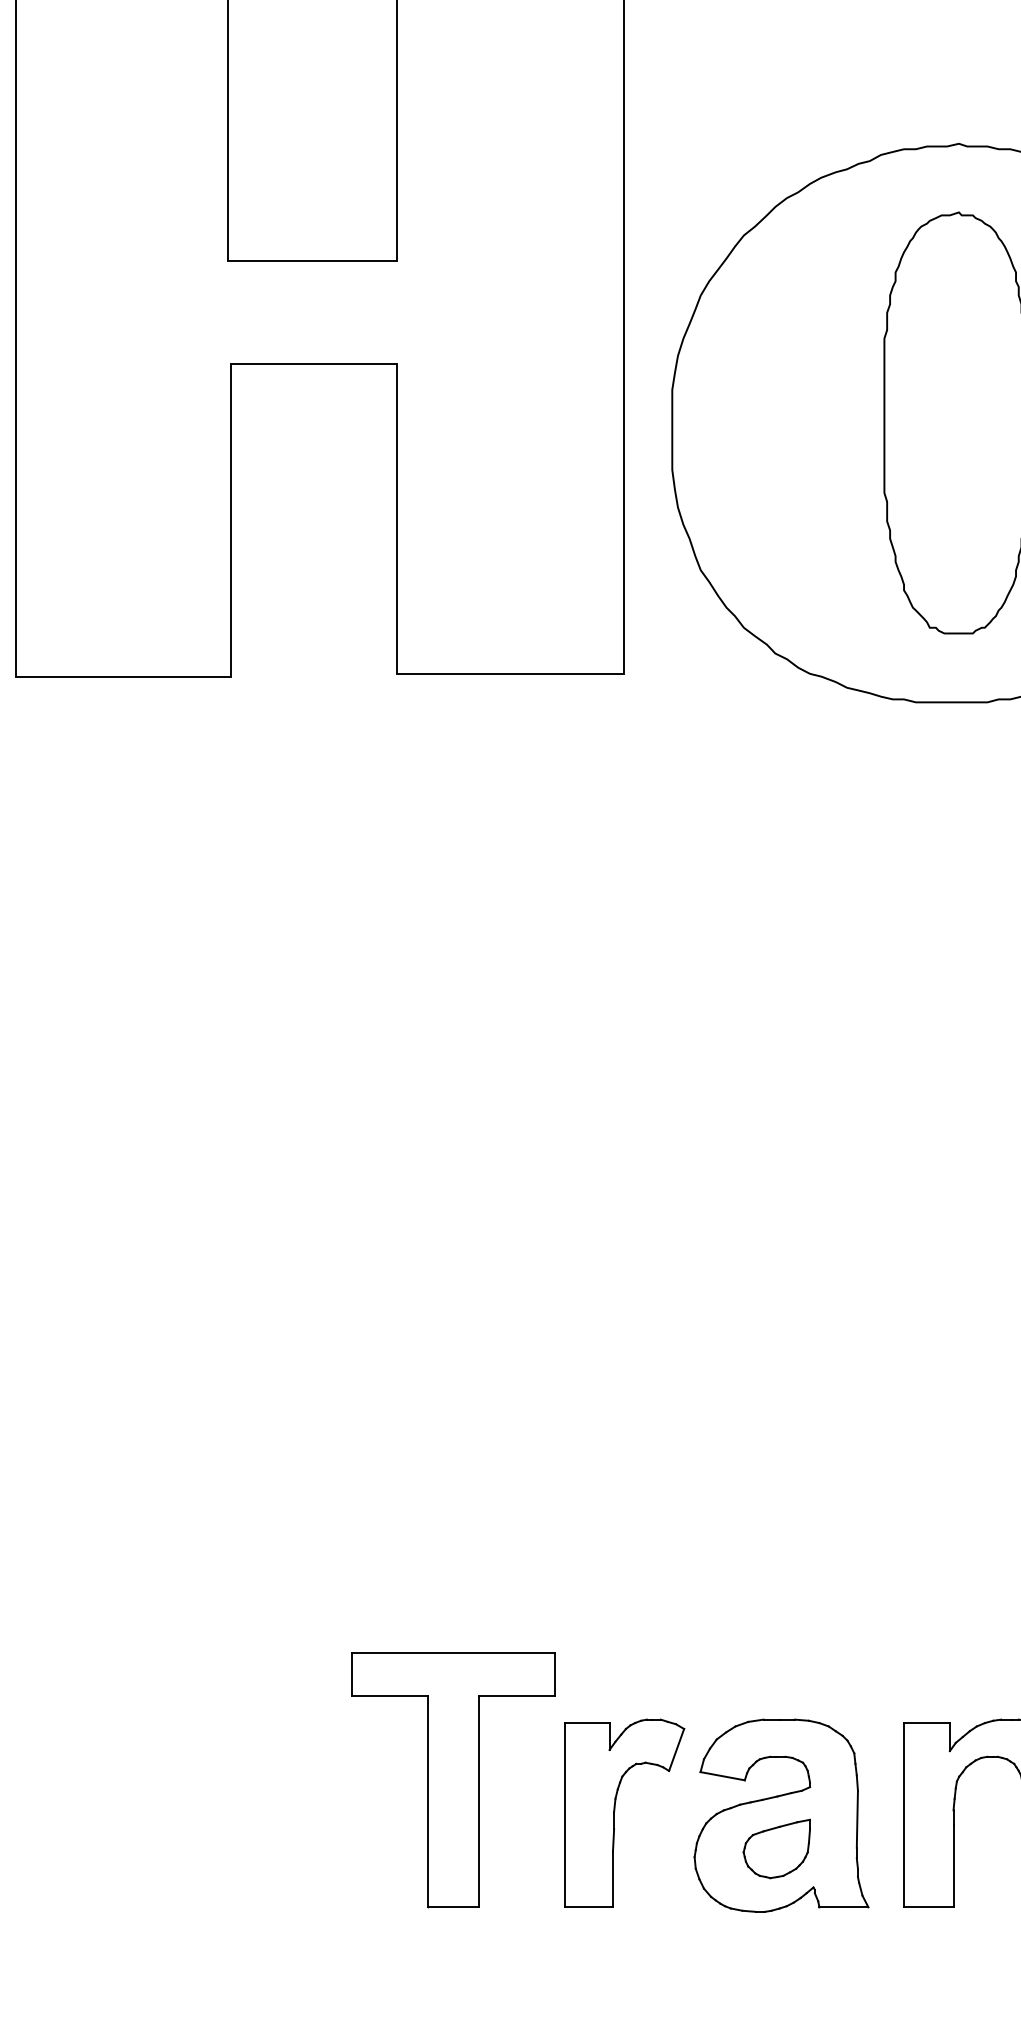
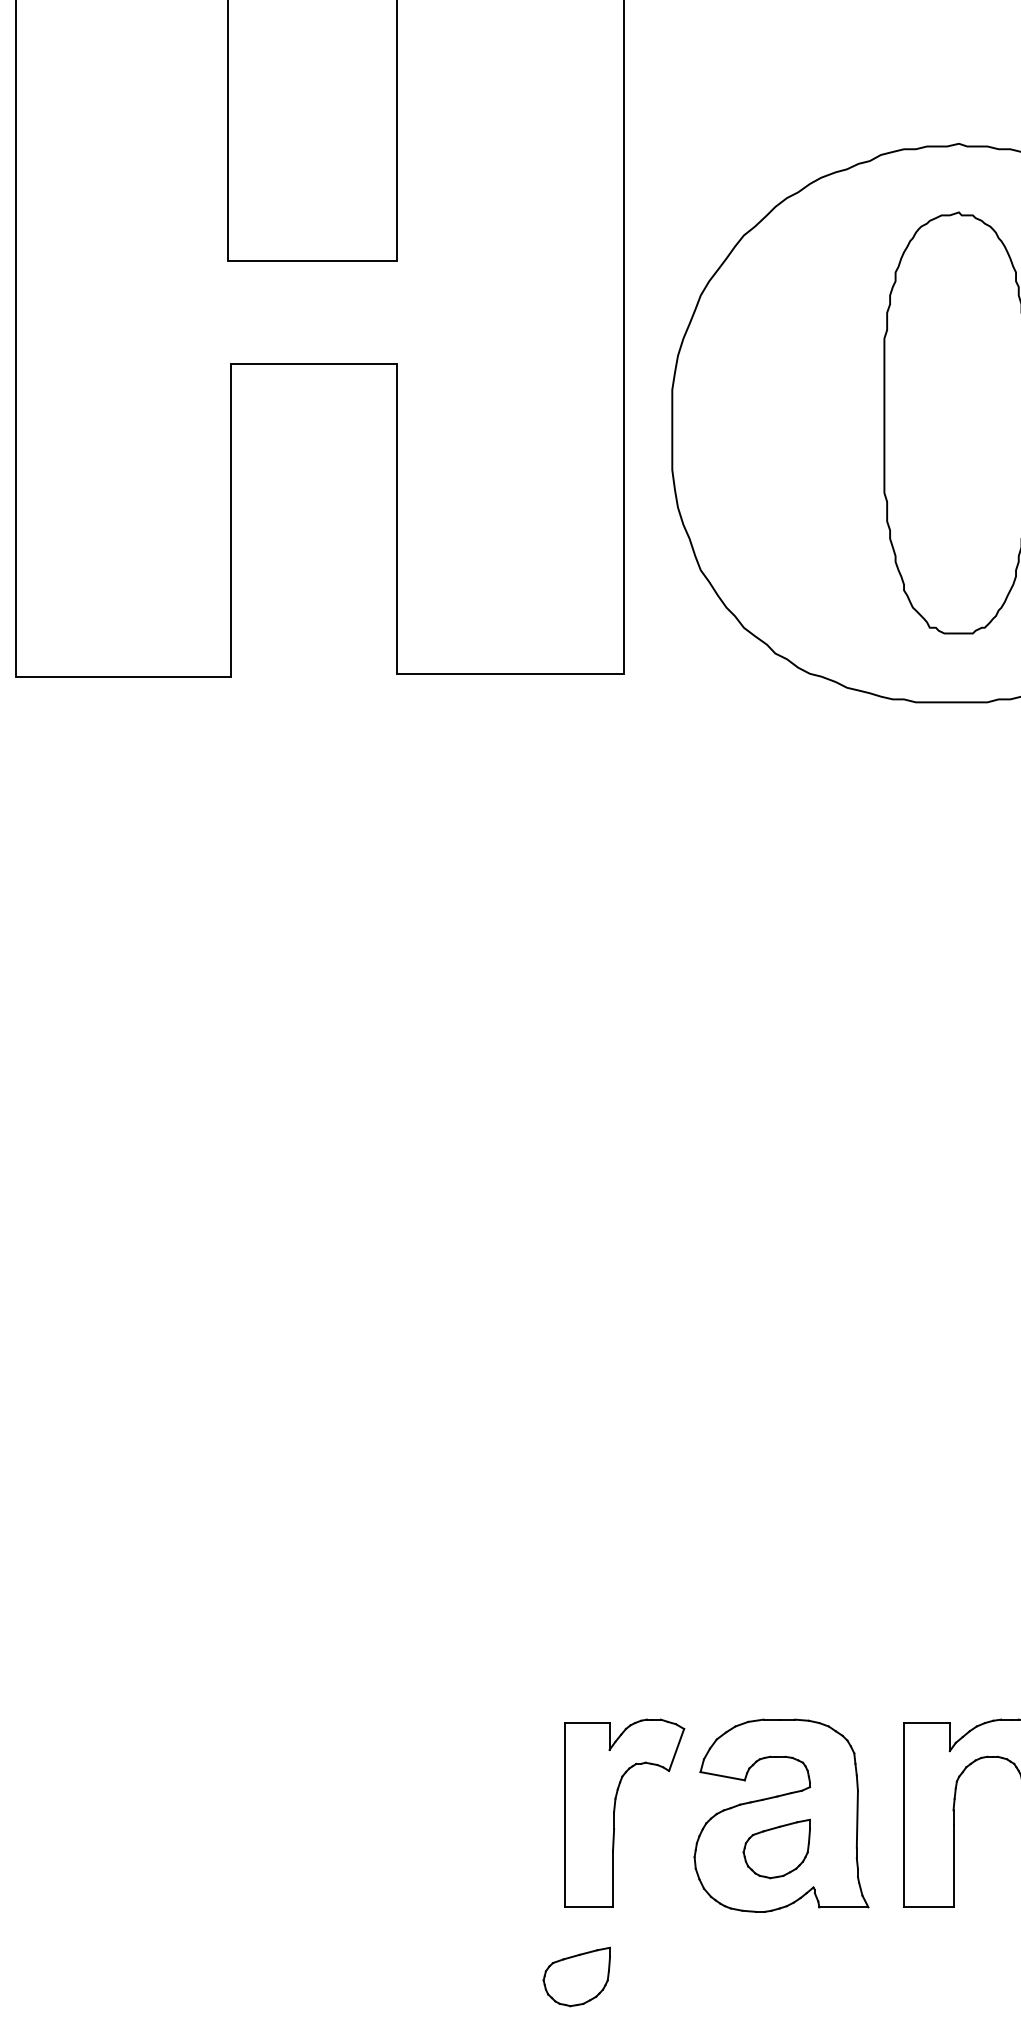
part at (453, 1780): present -> none
part at (576, 1976): none -> present
